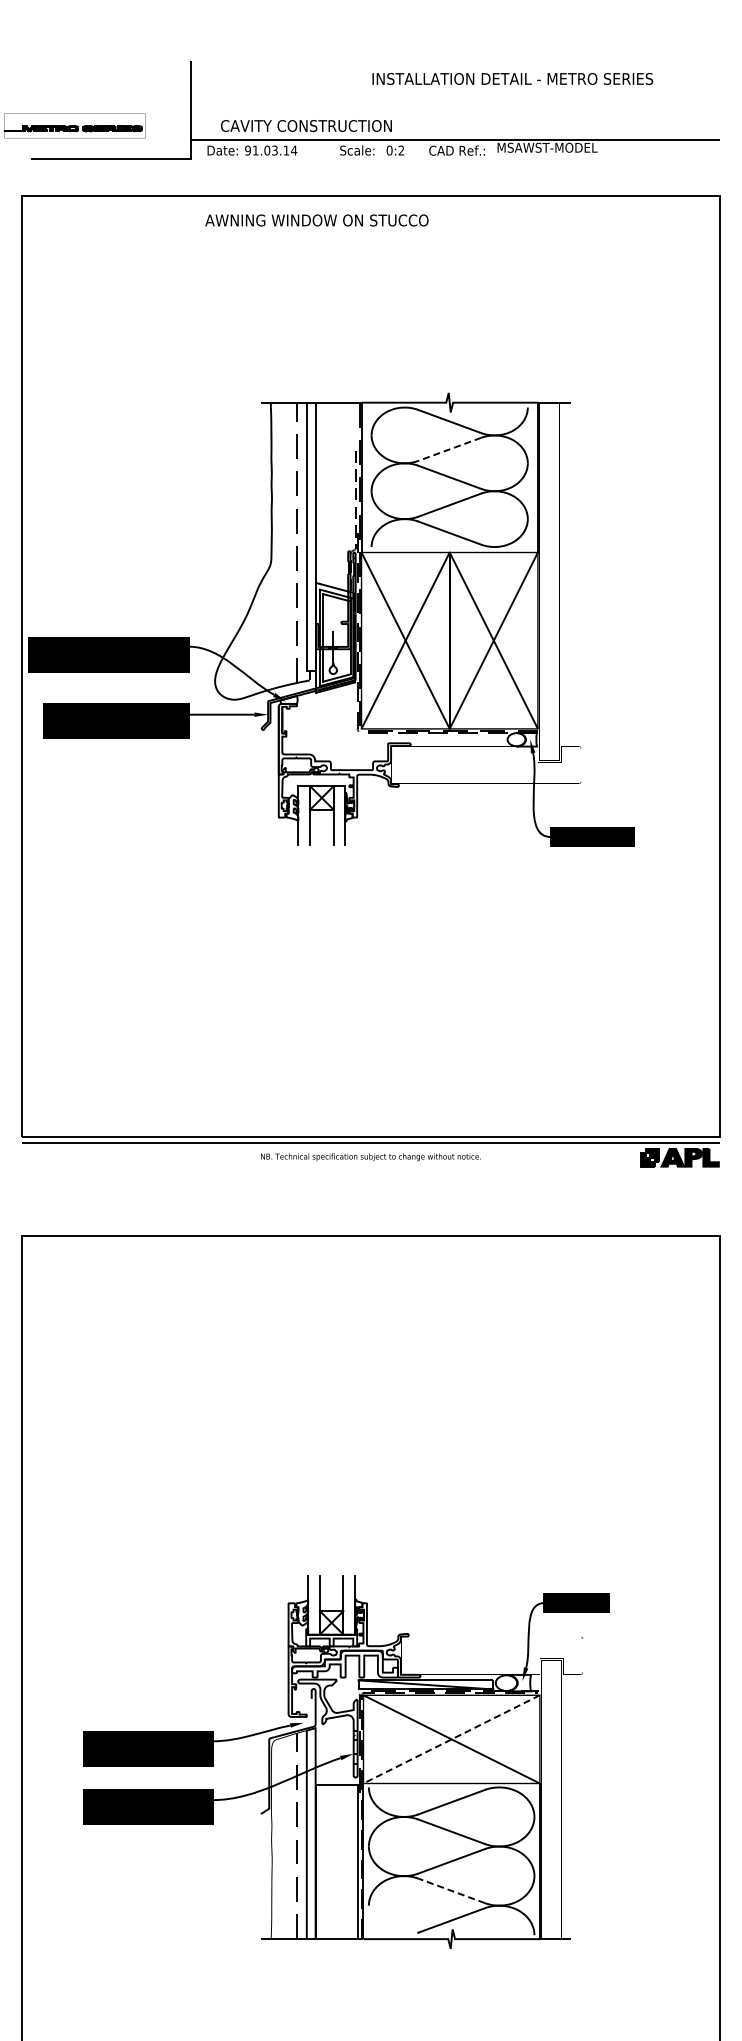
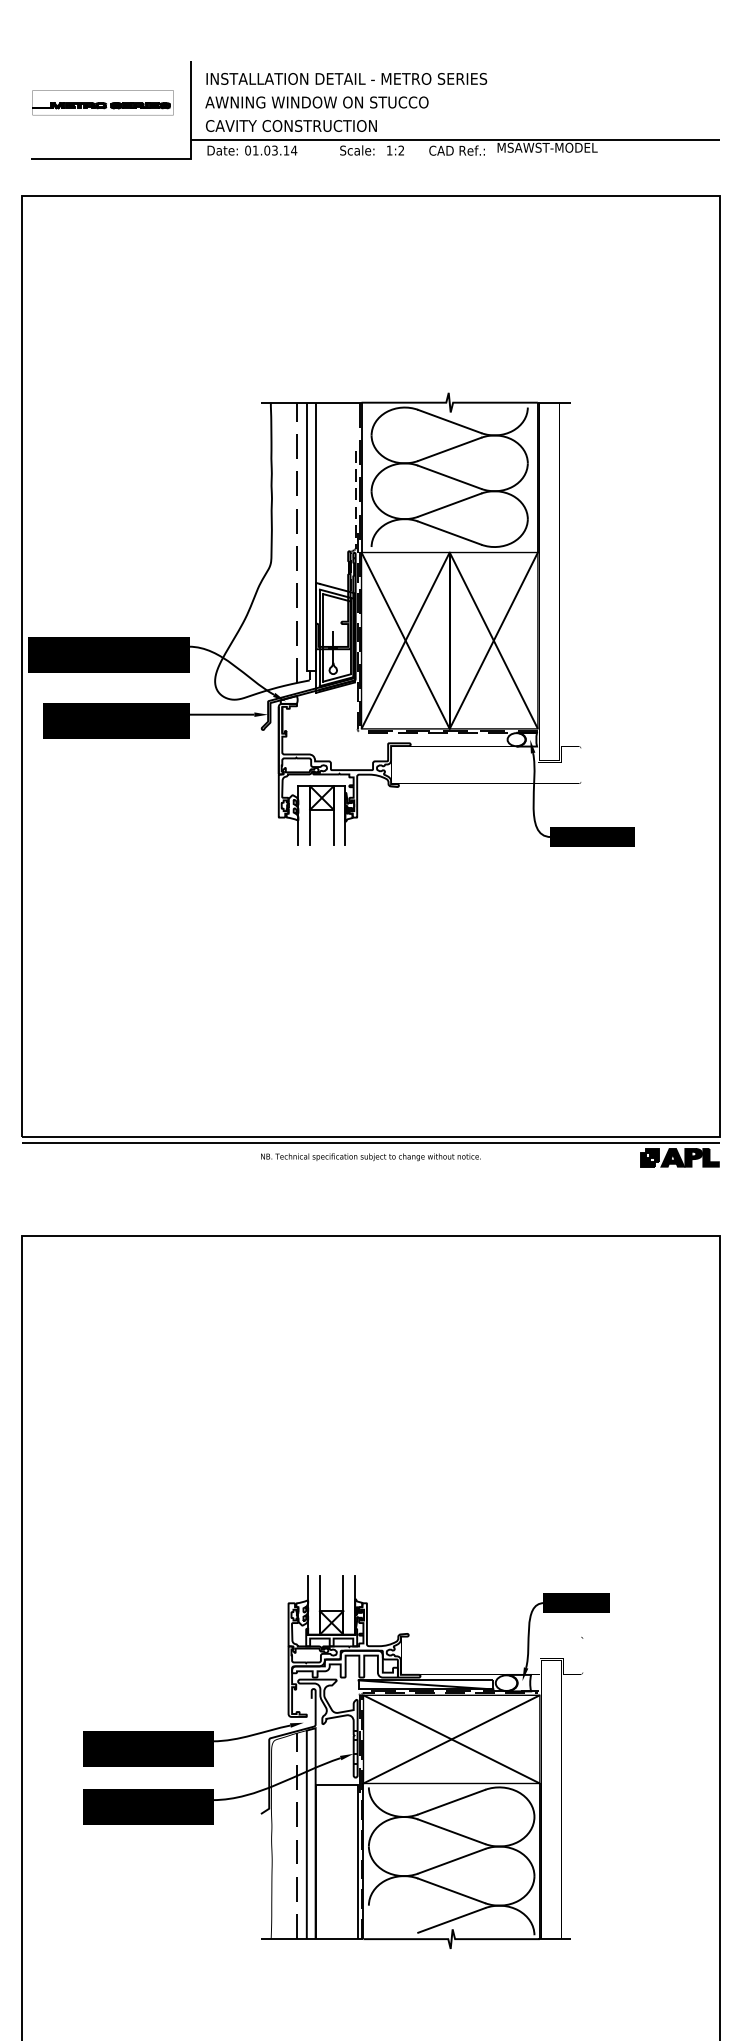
text at (512, 78) position: (512, 78) -> (346, 78)
part at (74, 125) position: (74, 125) -> (102, 102)
text at (306, 125) position: (306, 125) -> (291, 125)
text at (247, 150): 91.03.14 -> 01.03.14
text at (389, 150): 0:2 -> 1:2
text at (316, 220) position: (316, 220) -> (316, 102)
line at (449, 449): dashed -> solid
line at (451, 1739): dashed -> solid
line at (451, 1890): dashed -> solid
